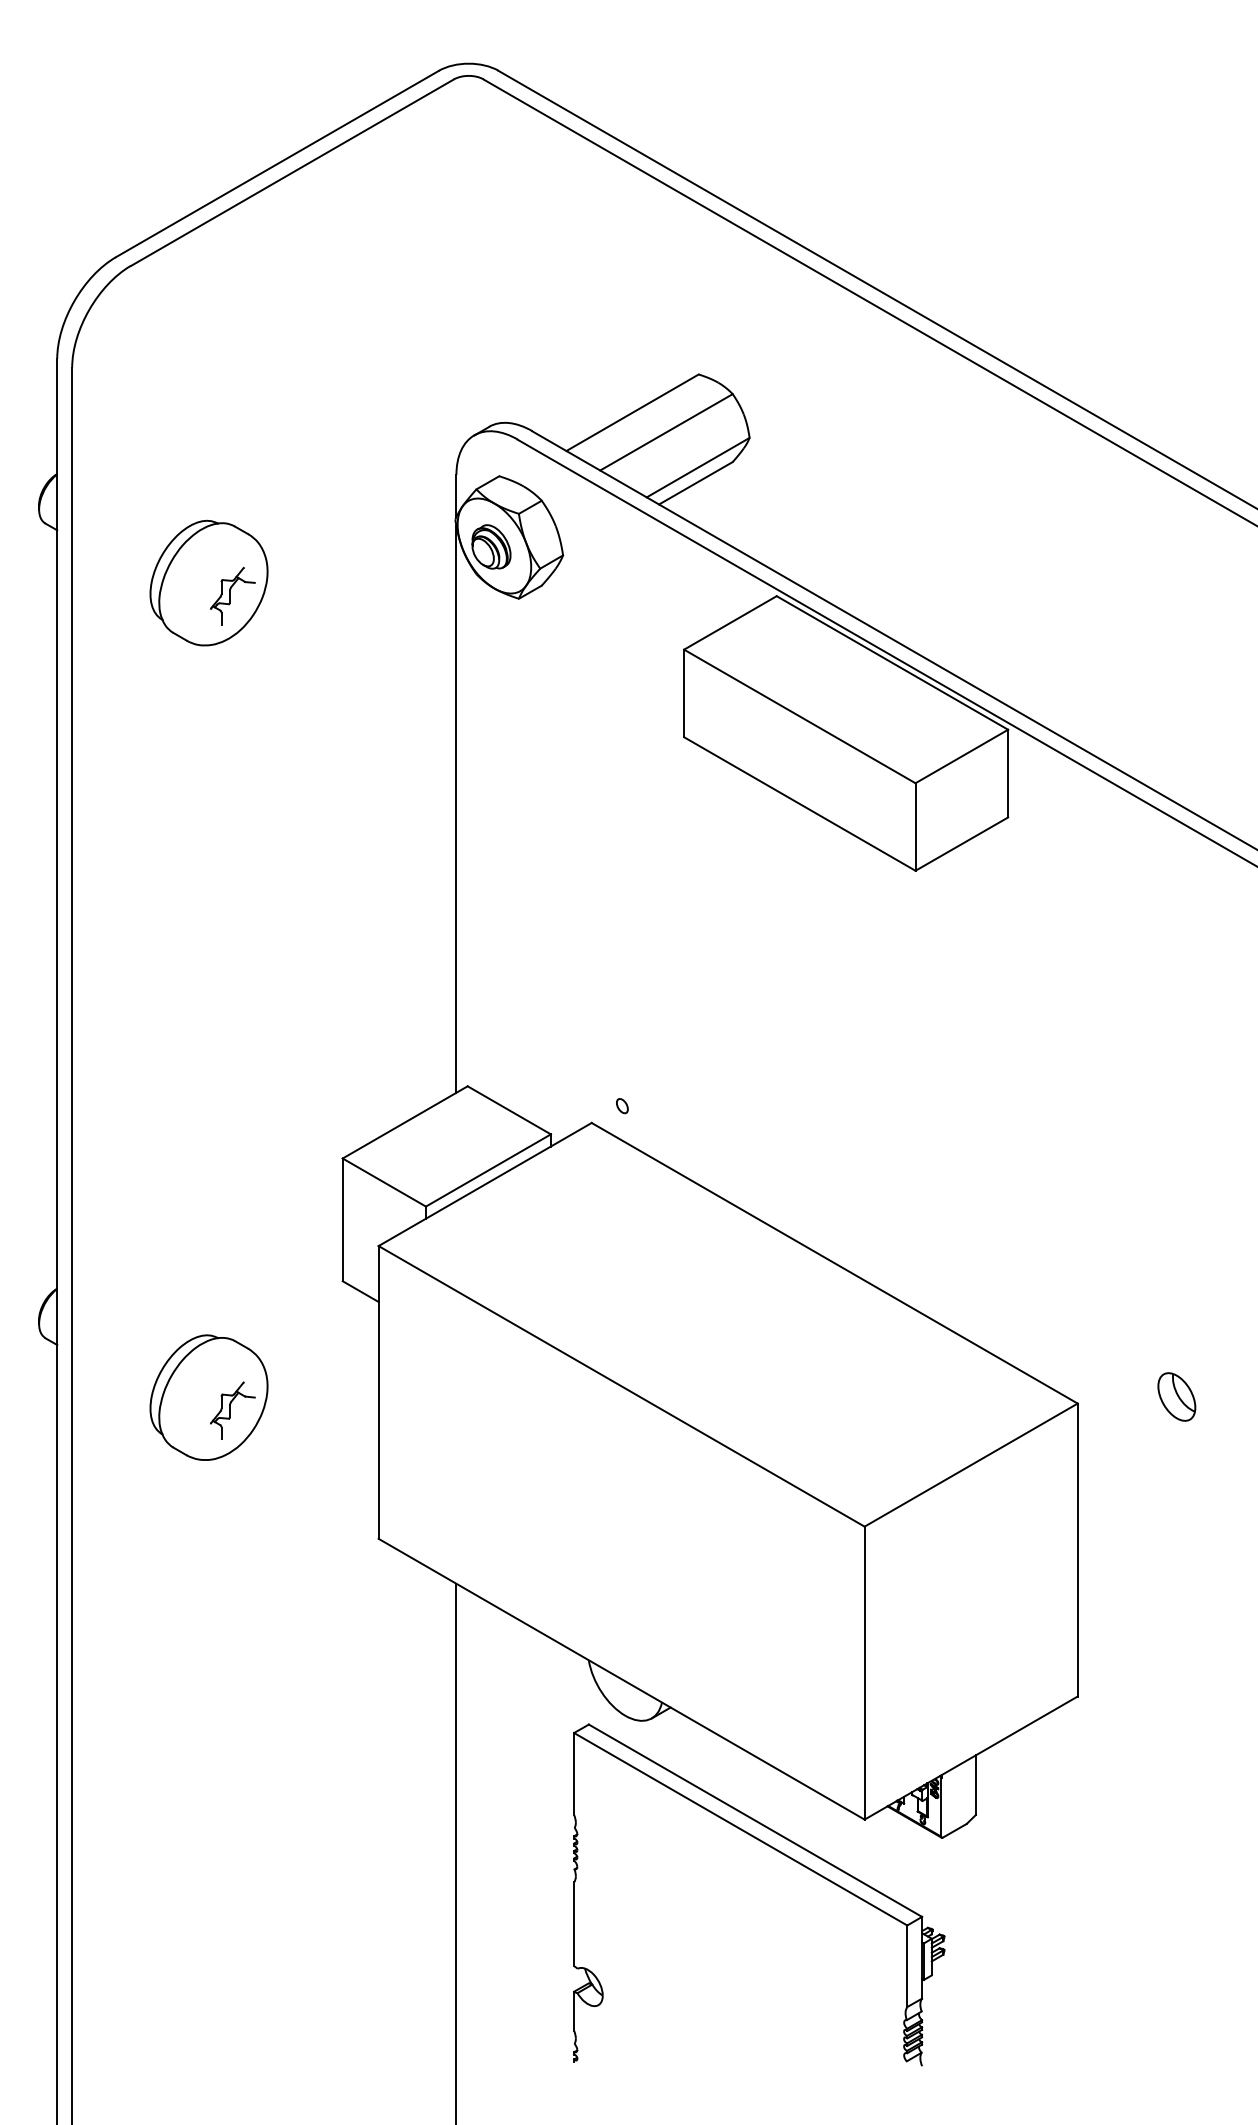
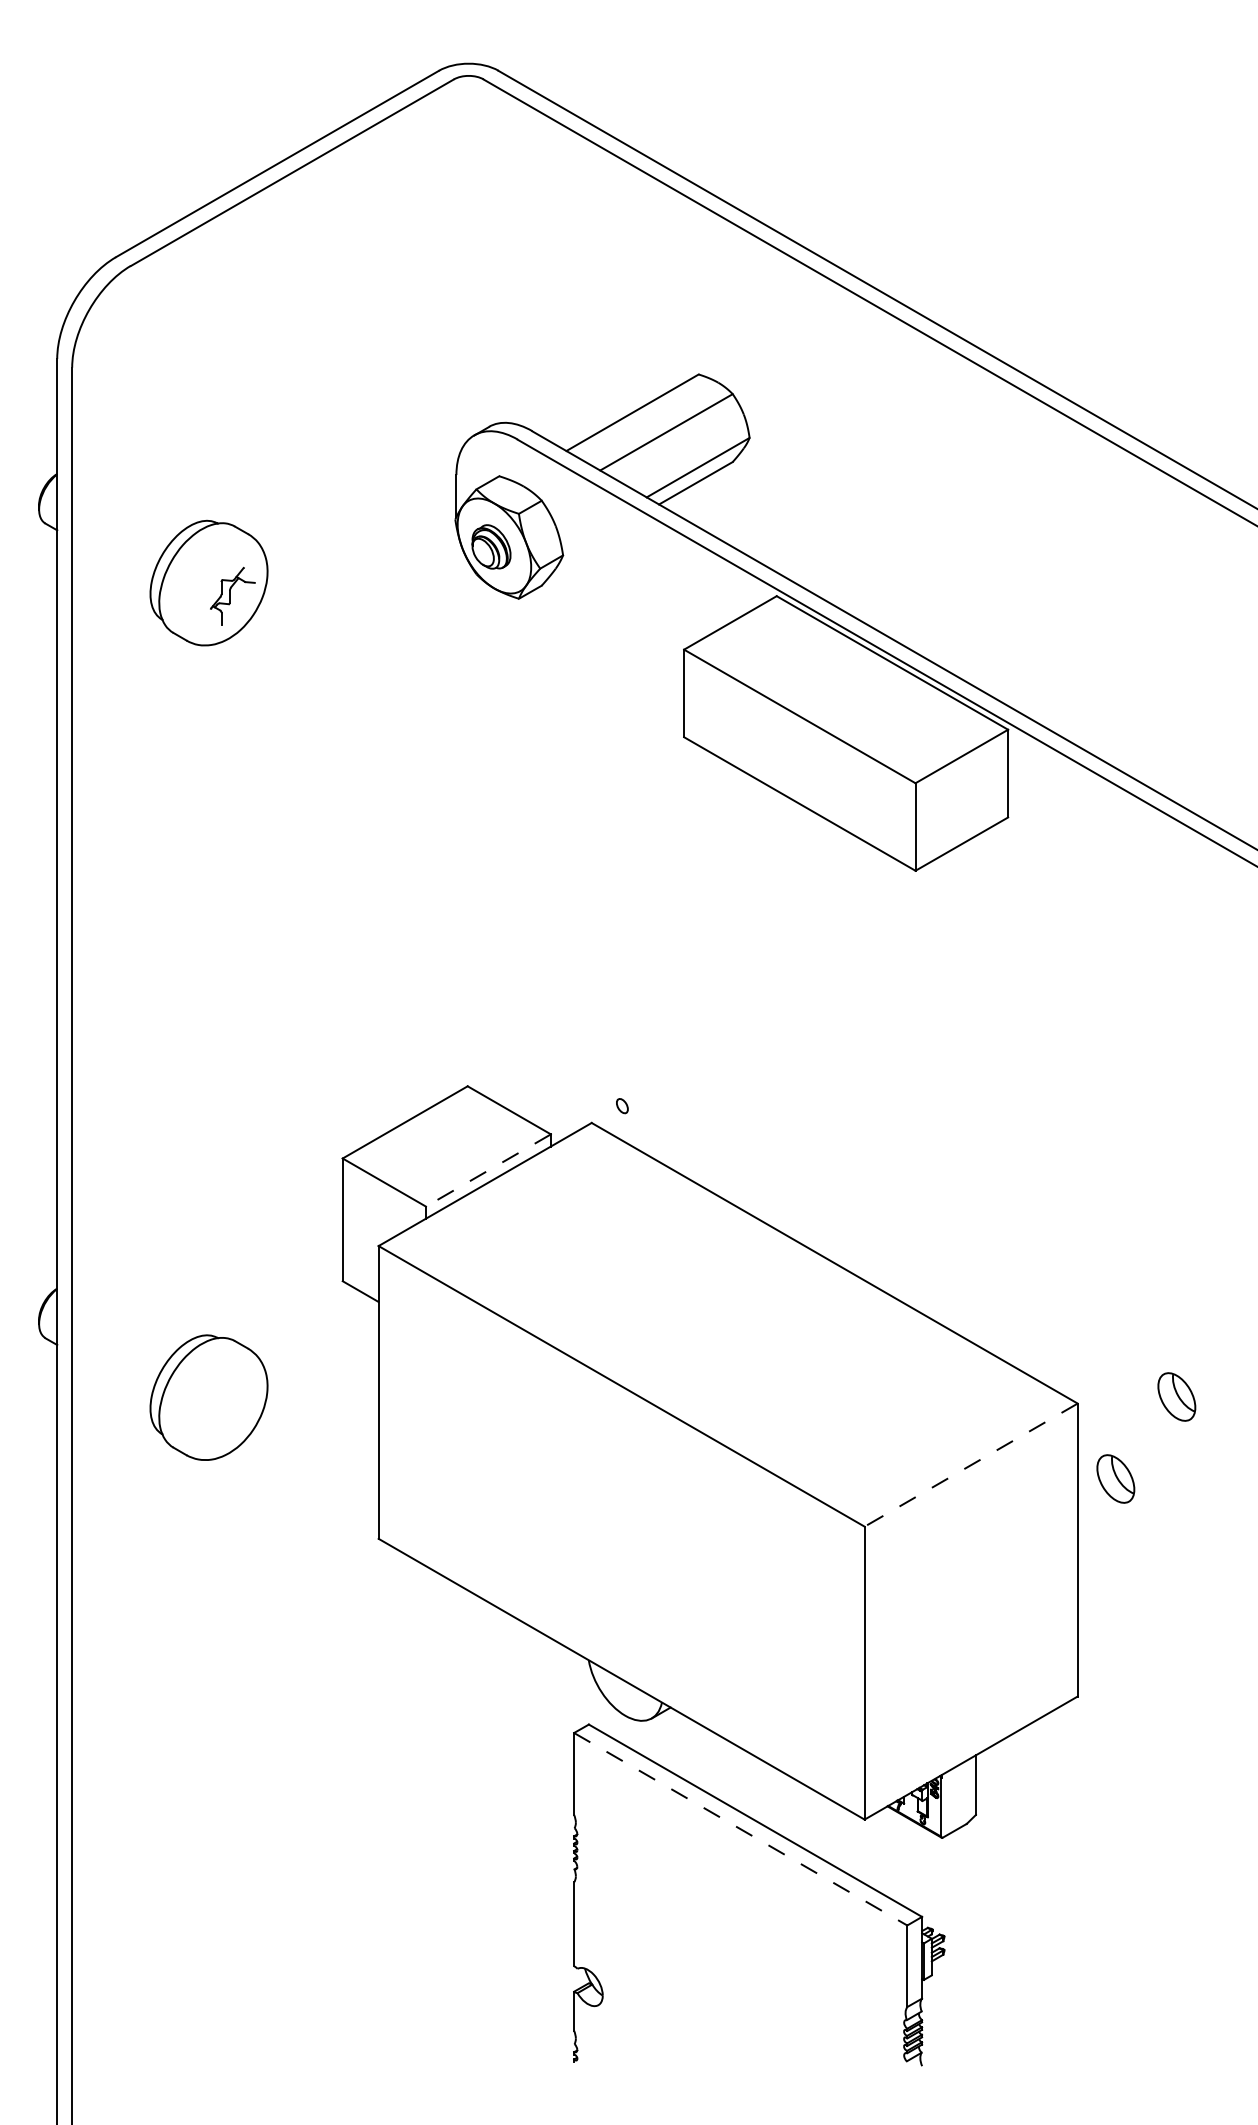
line at (456, 809): present -> none
line at (488, 1170): solid -> dashed
part at (232, 1410): present -> none
line at (970, 1465): solid -> dashed
part at (1115, 1478): none -> present
line at (741, 1829): solid -> dashed
line at (456, 1852): present -> none
